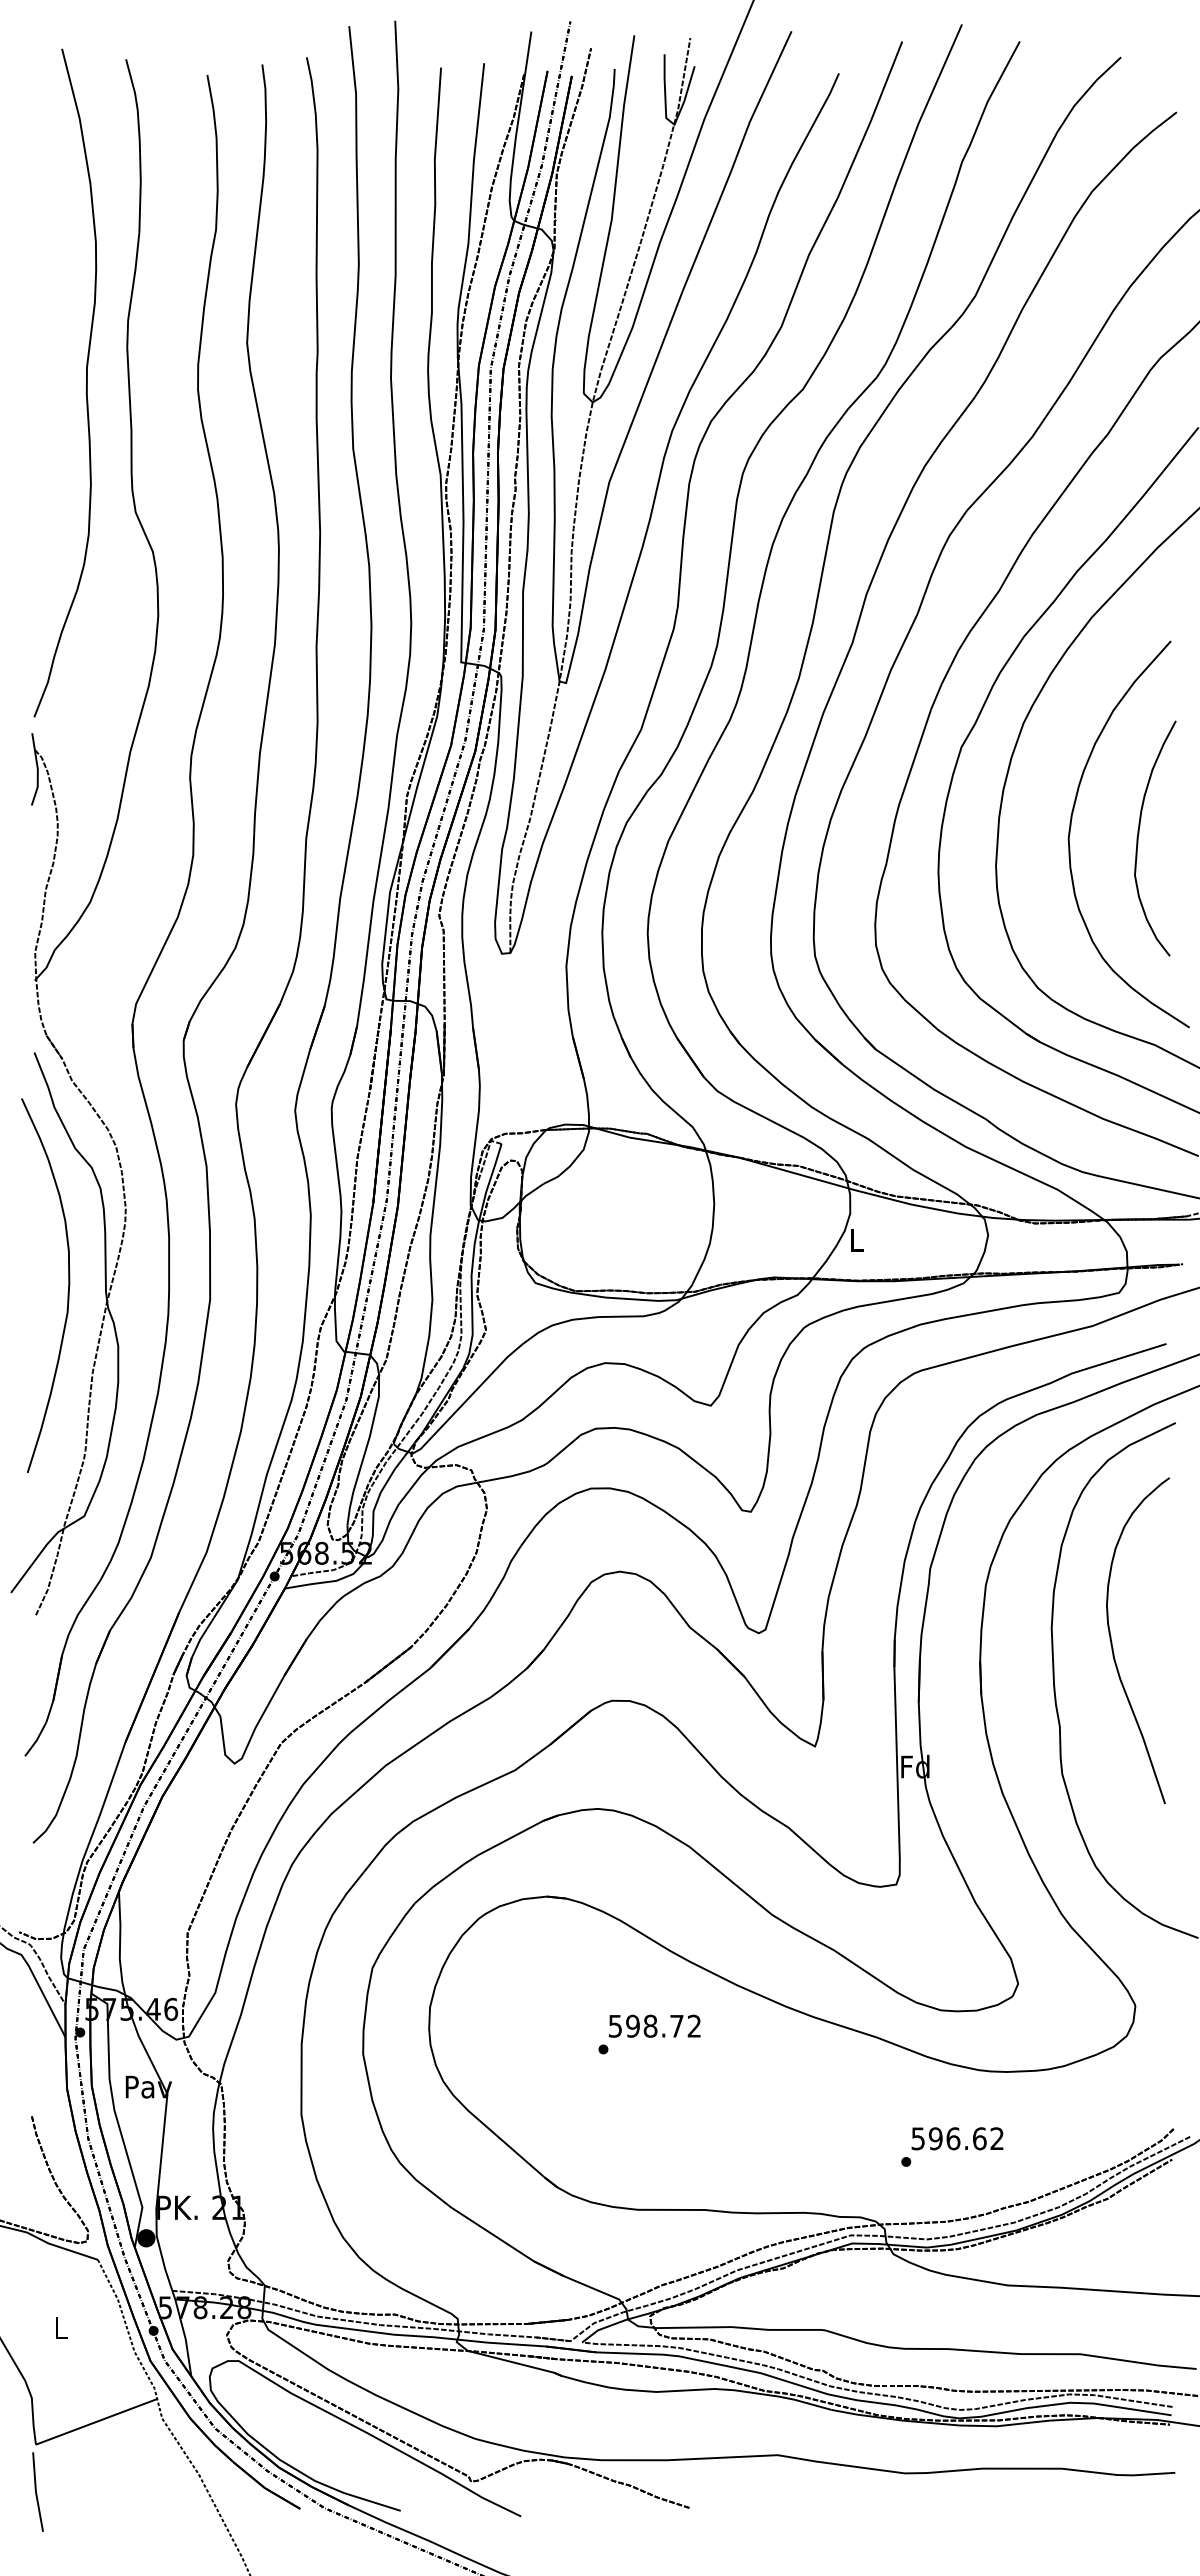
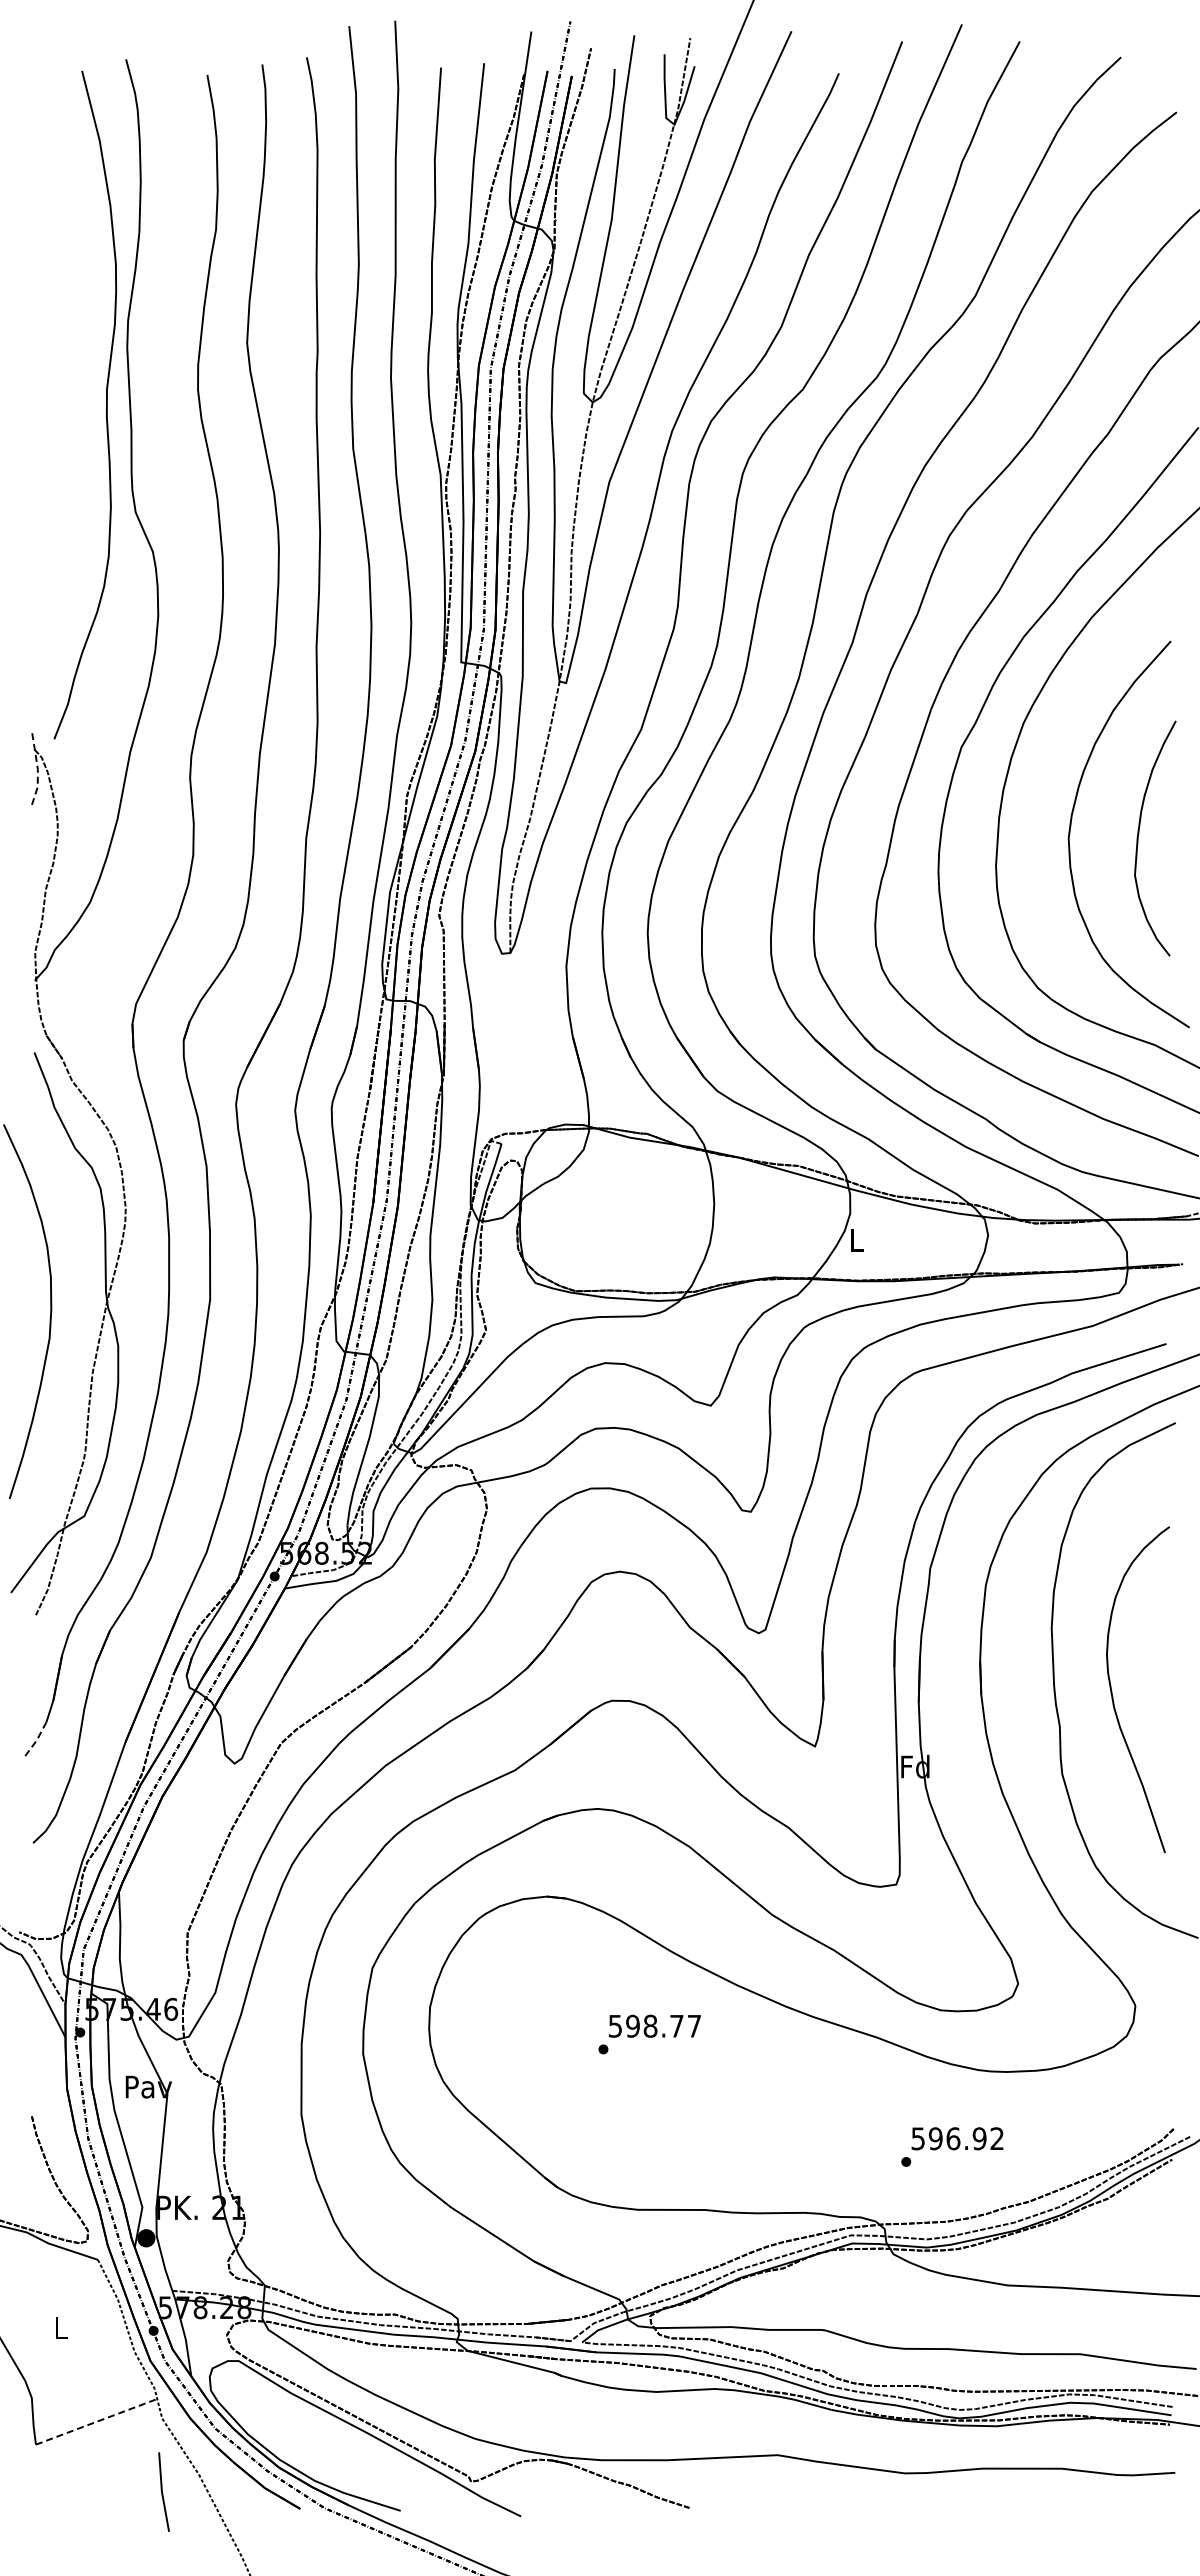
curve at (86, 382) position: (86, 382) -> (106, 404)
line at (37, 770): solid -> dashed
curve at (68, 1285) position: (68, 1285) -> (50, 1311)
curve at (1113, 1647) position: (1113, 1647) -> (1113, 1696)
line at (36, 1740): solid -> dashed
text at (693, 2025): 598.72 -> 598.77
text at (979, 2138): 596.62 -> 596.92
line at (96, 2421): solid -> dashed
line at (36, 2491) position: (36, 2491) -> (162, 2491)
